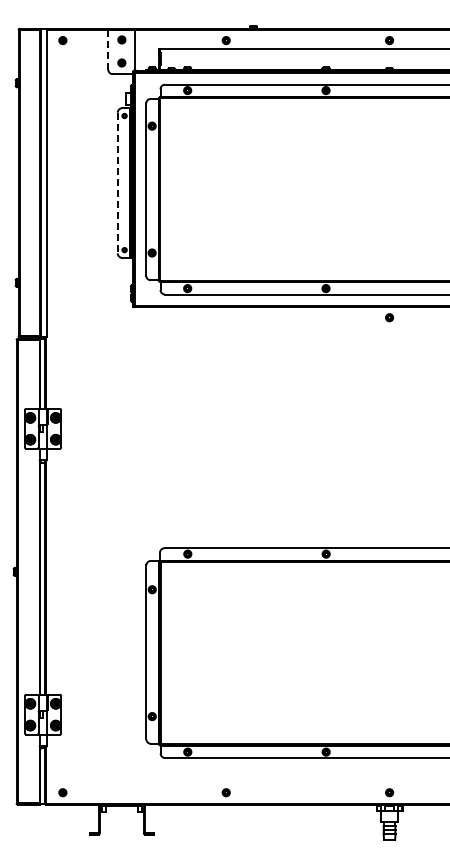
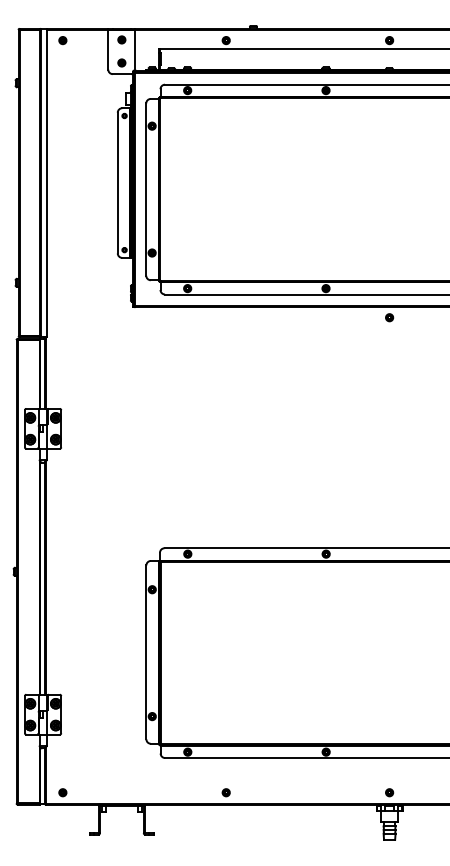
line at (108, 49): dashed -> solid
line at (117, 183): dashed -> solid
